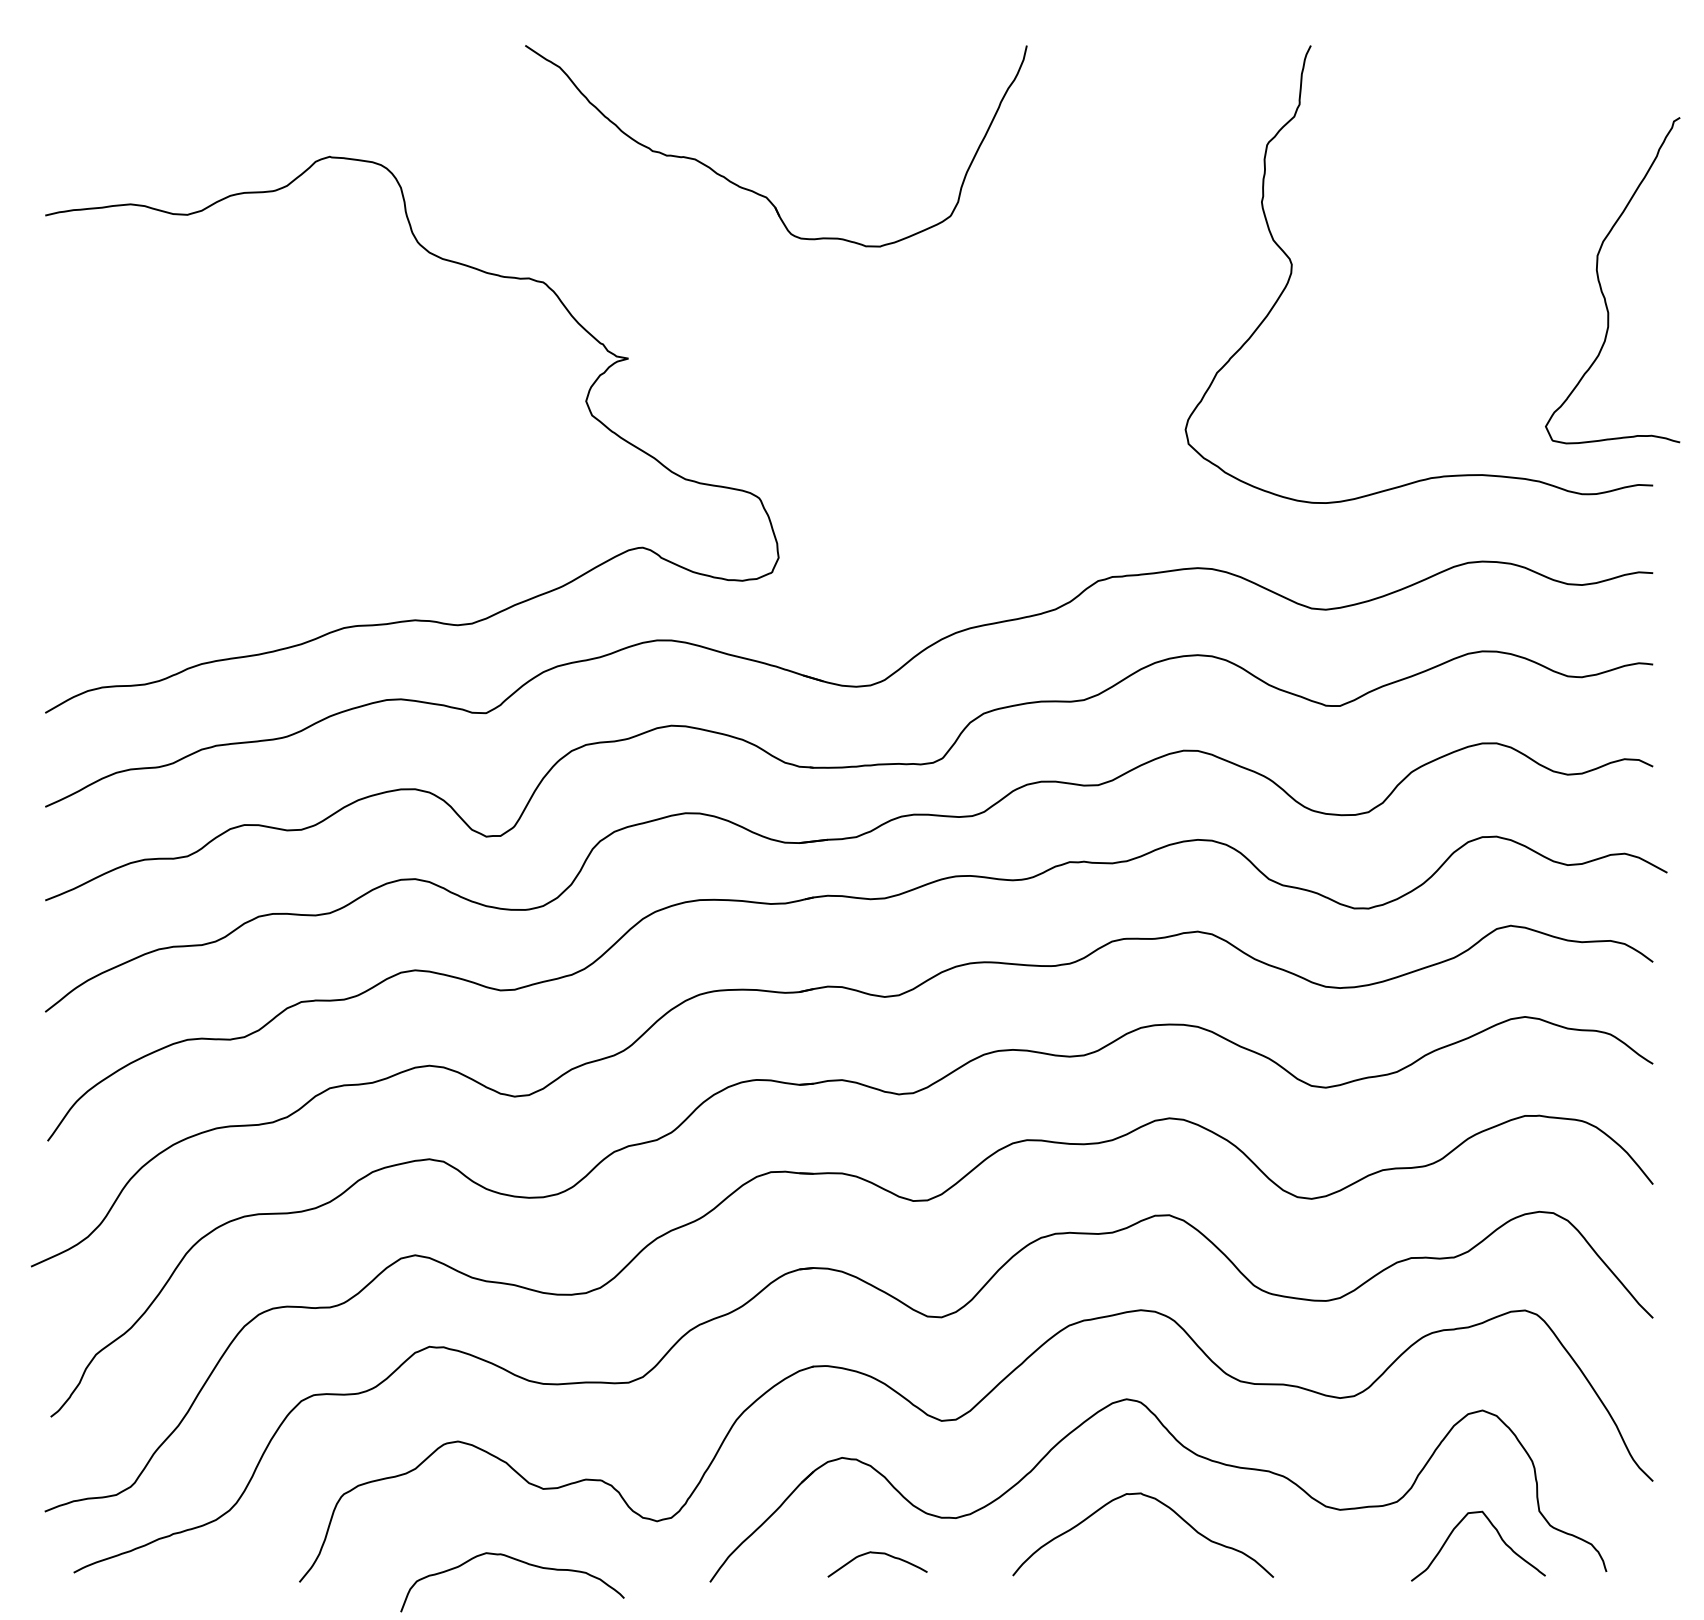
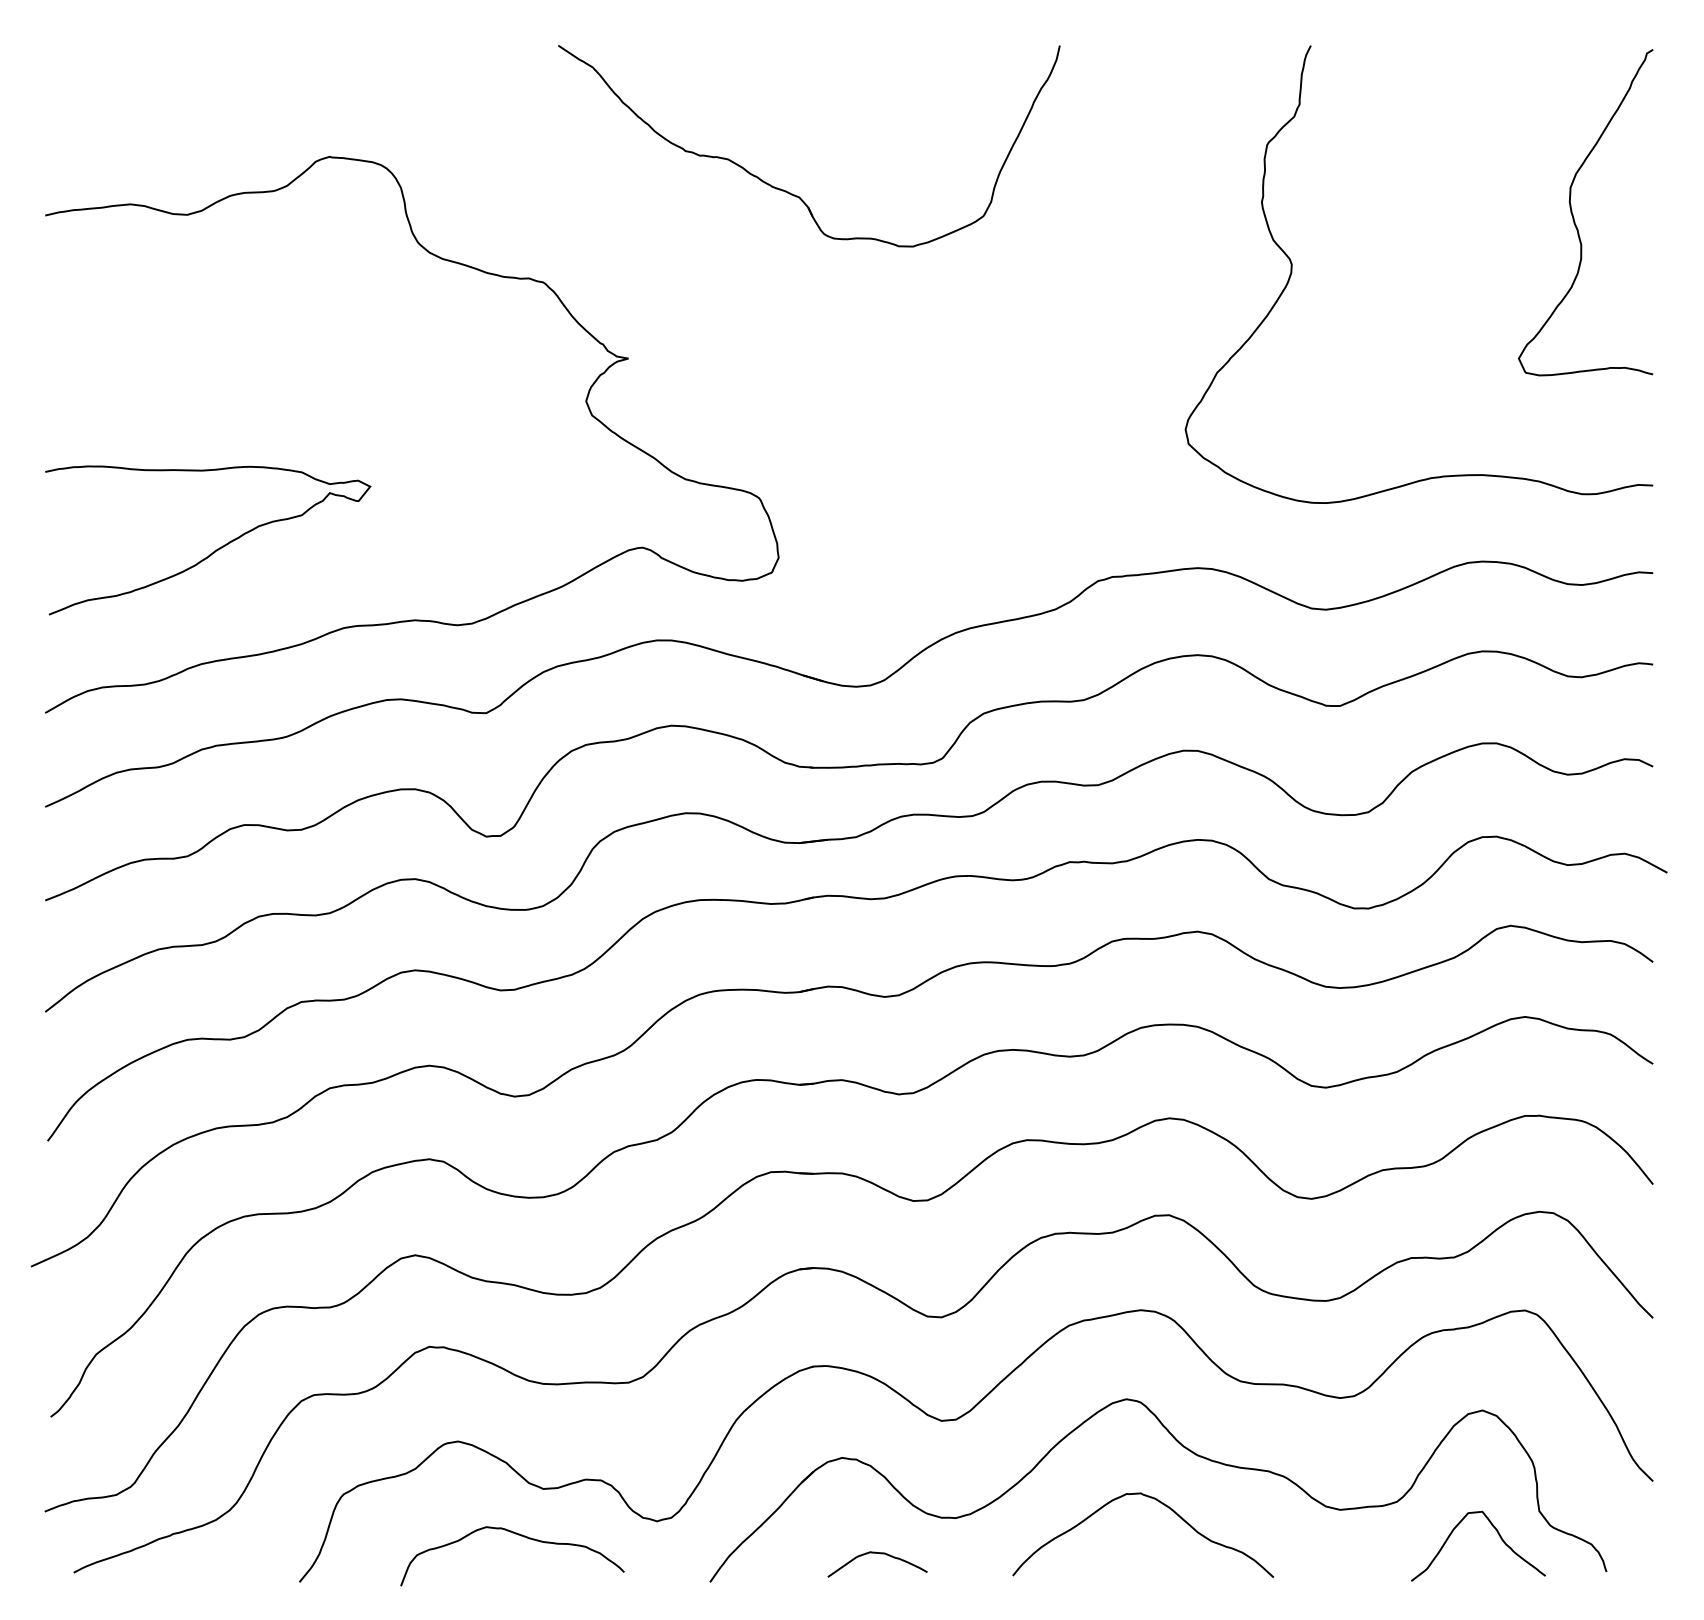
part at (753, 190) position: (753, 190) -> (786, 190)
curve at (1601, 285) position: (1601, 285) -> (1574, 217)
curve at (214, 550): none -> present
curve at (518, 1561) position: (518, 1561) -> (518, 1535)
